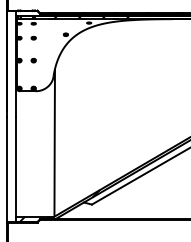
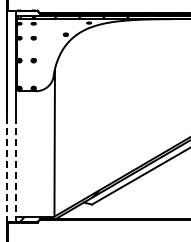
line at (15, 167): solid -> dashed
line at (6, 169): solid -> dashed
